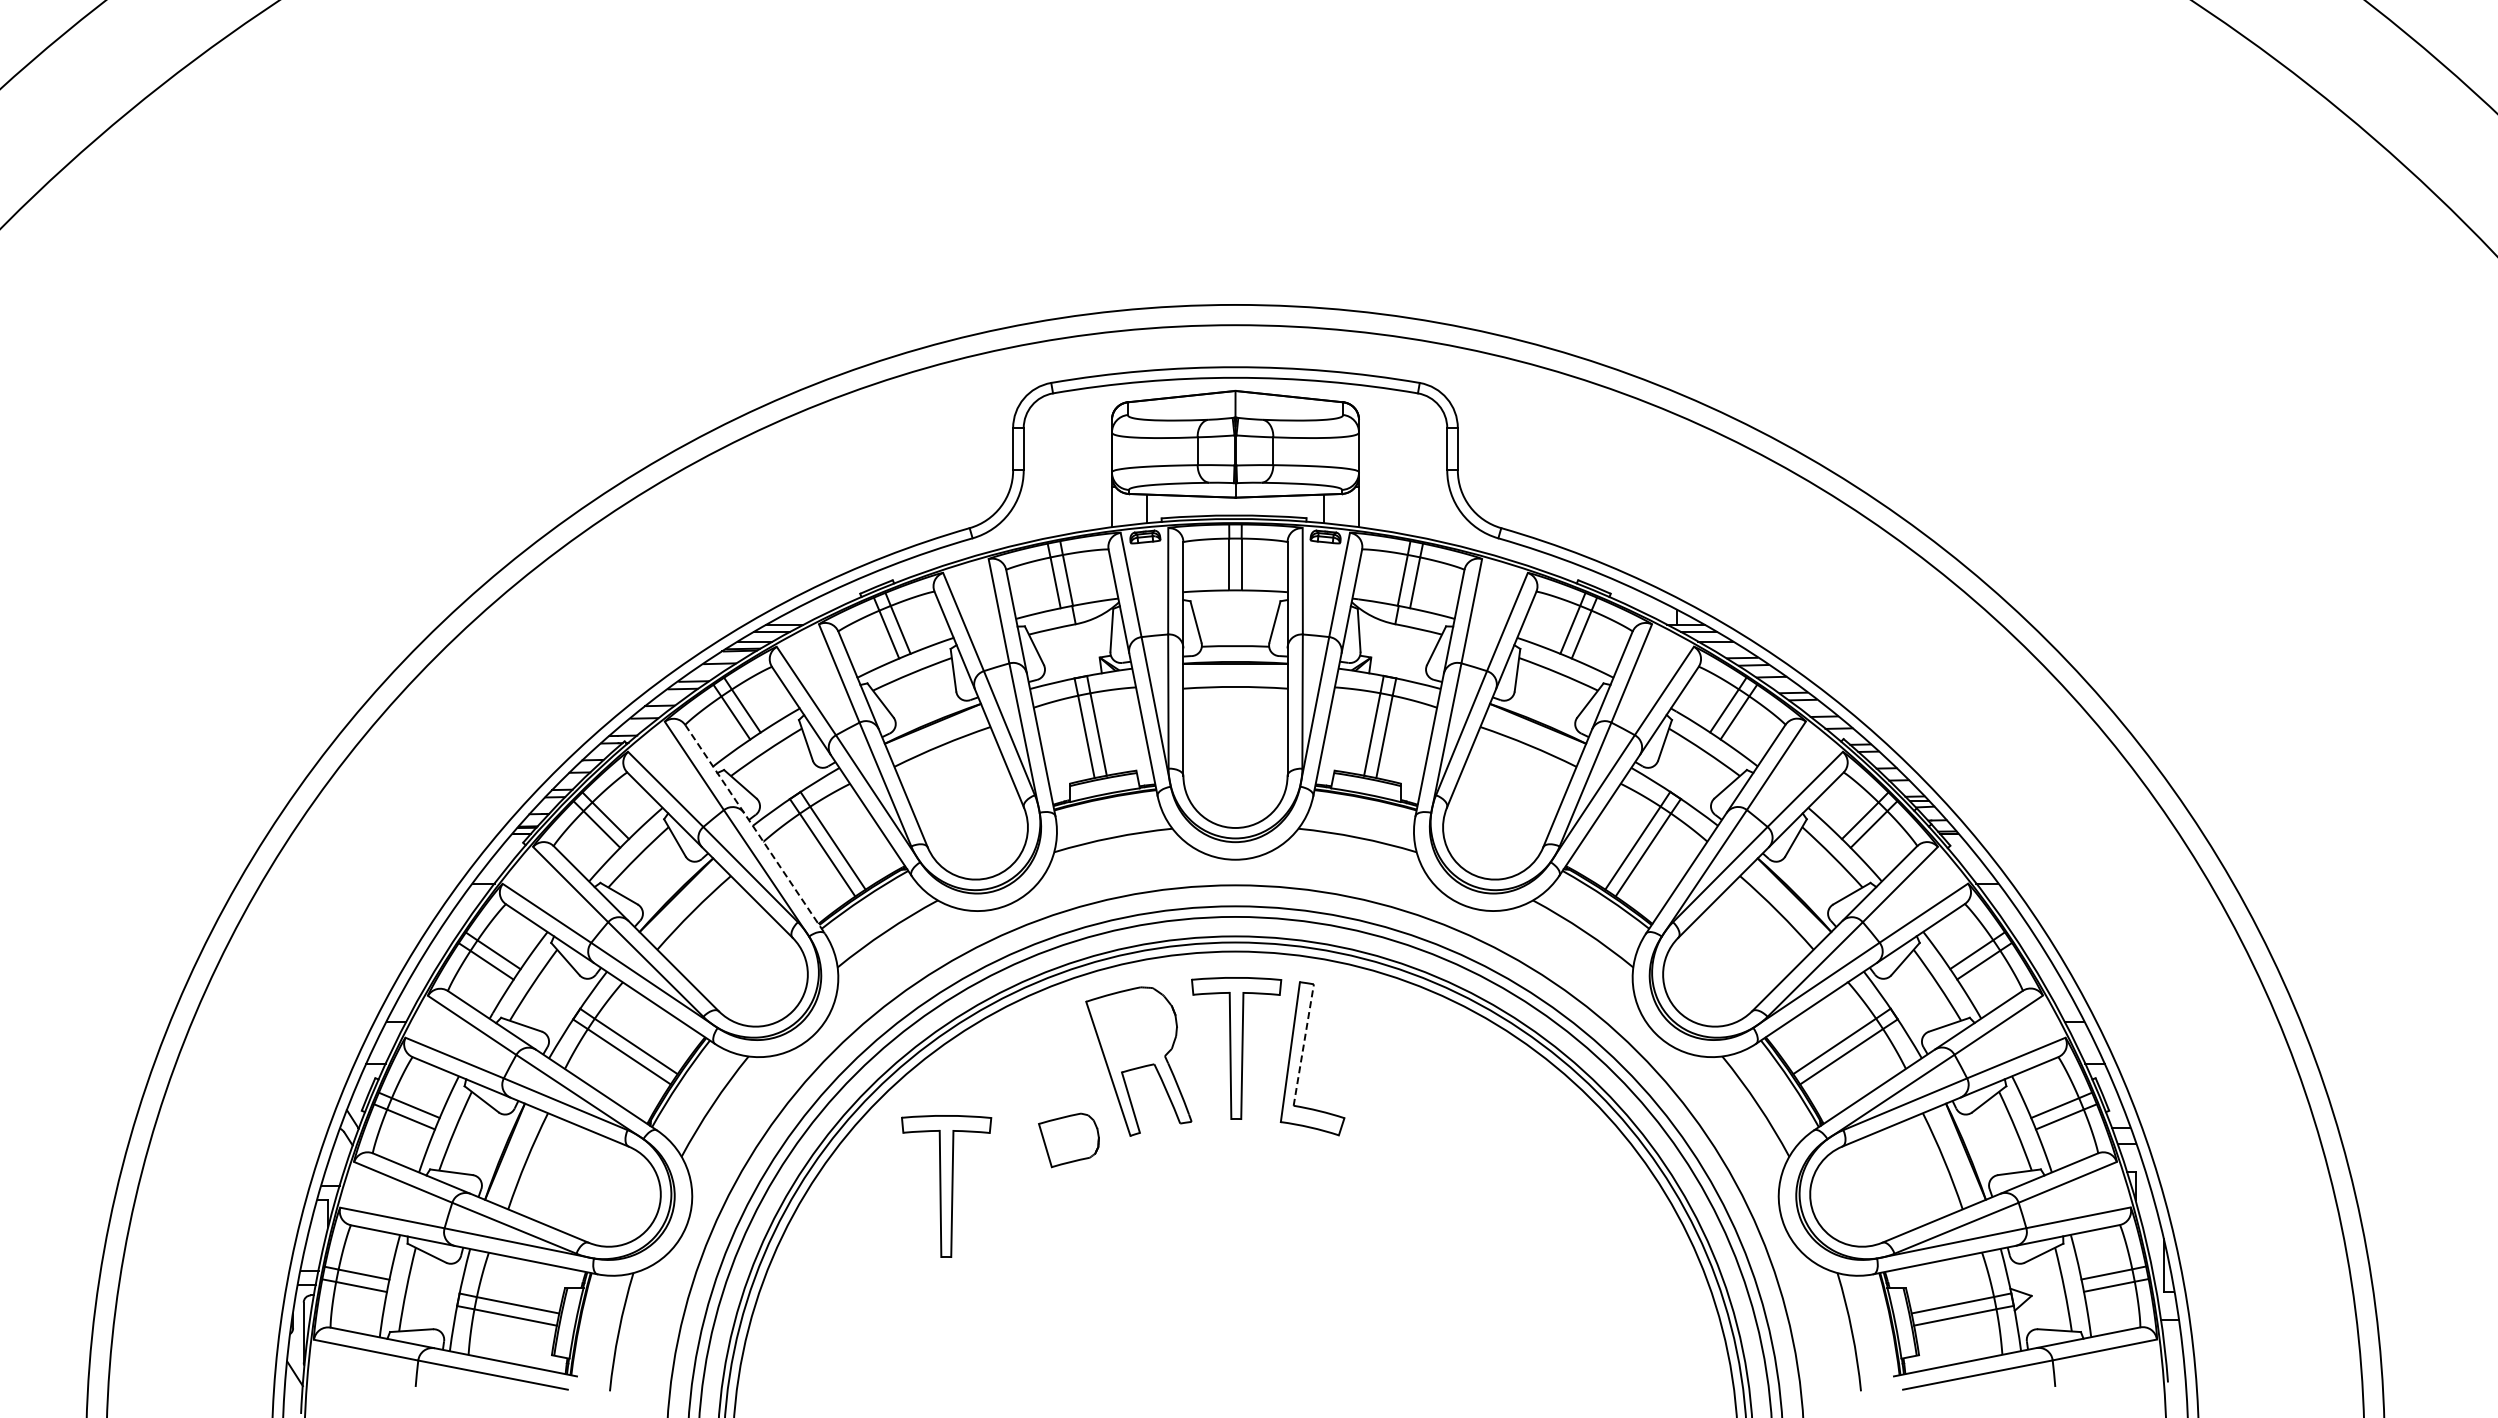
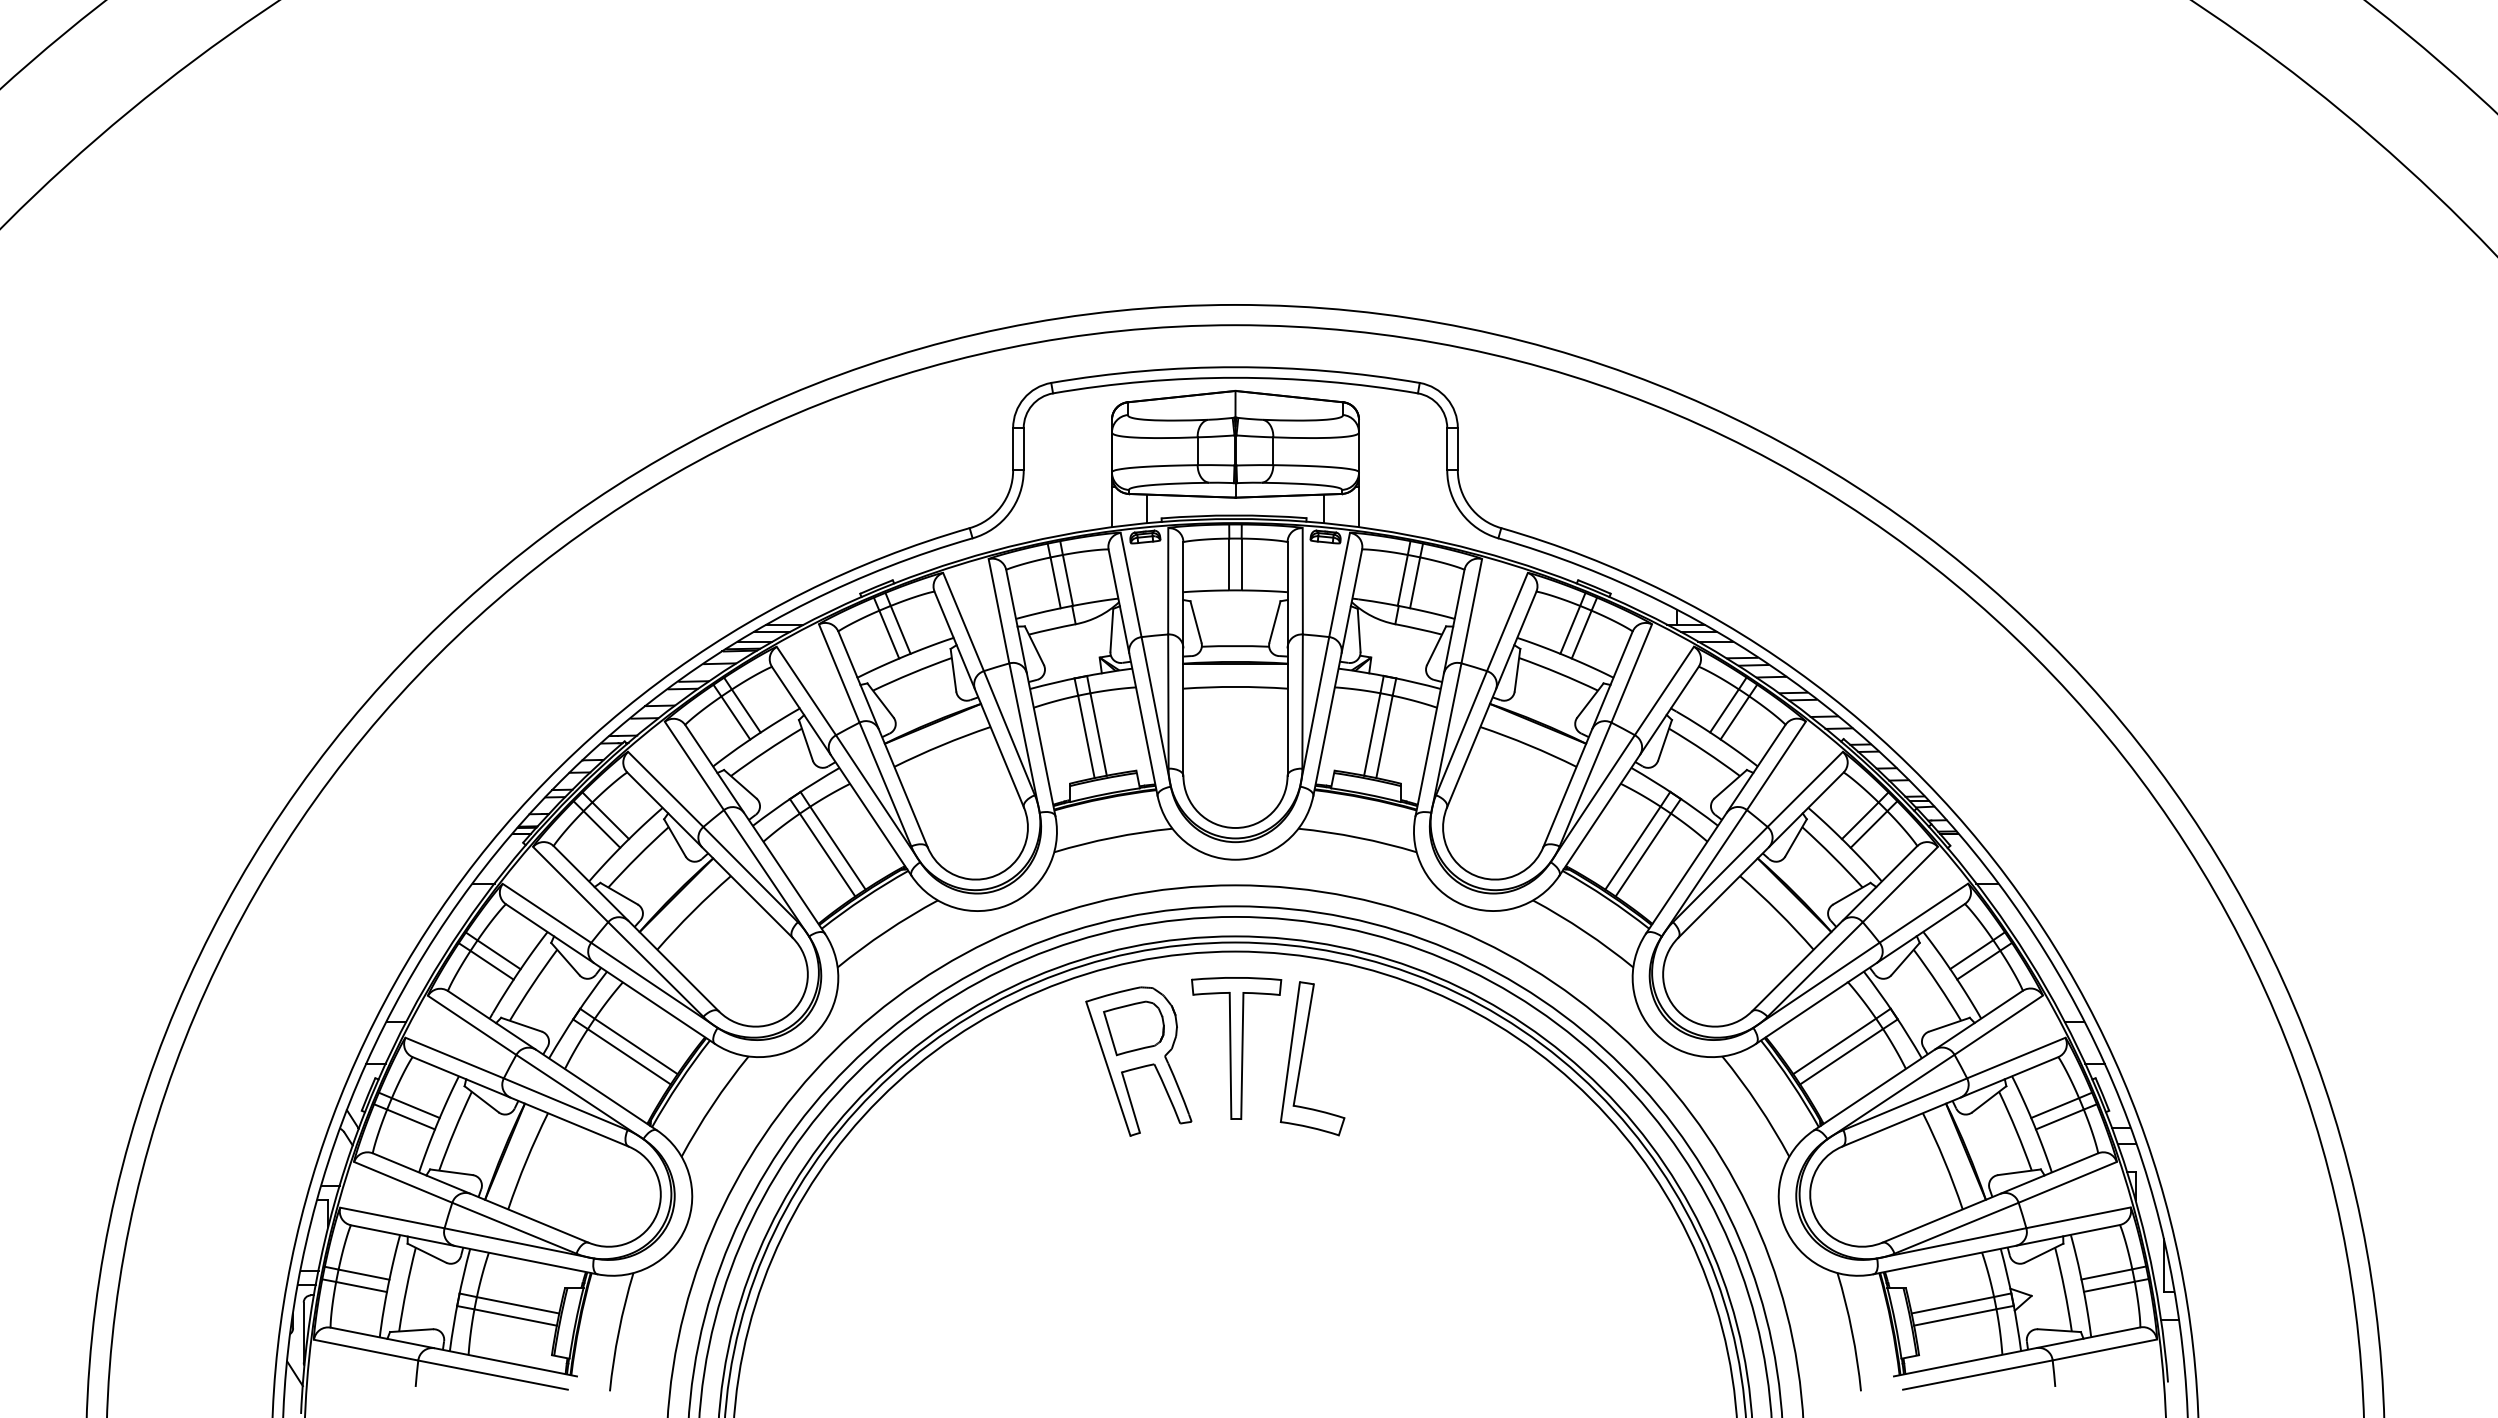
line at (755, 829): dashed -> solid
line at (1303, 1045): dashed -> solid
part at (1068, 1140) position: (1068, 1140) -> (1133, 1028)
part at (946, 1186): present -> none
